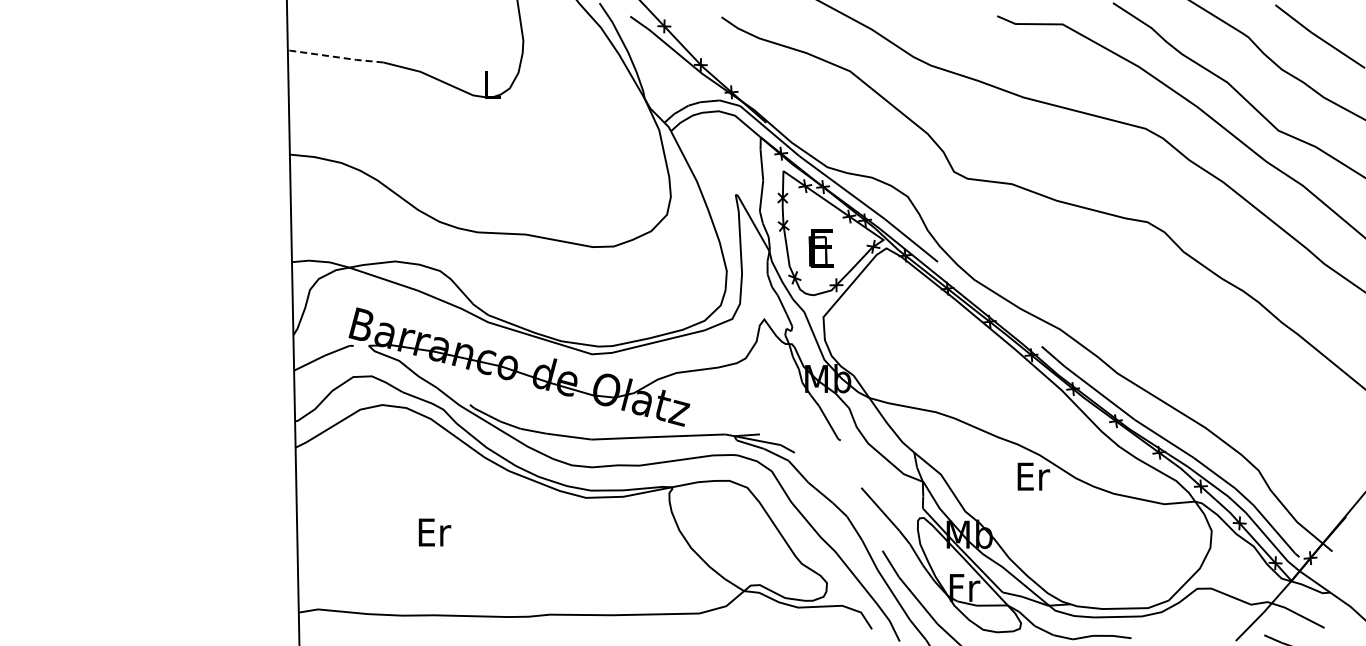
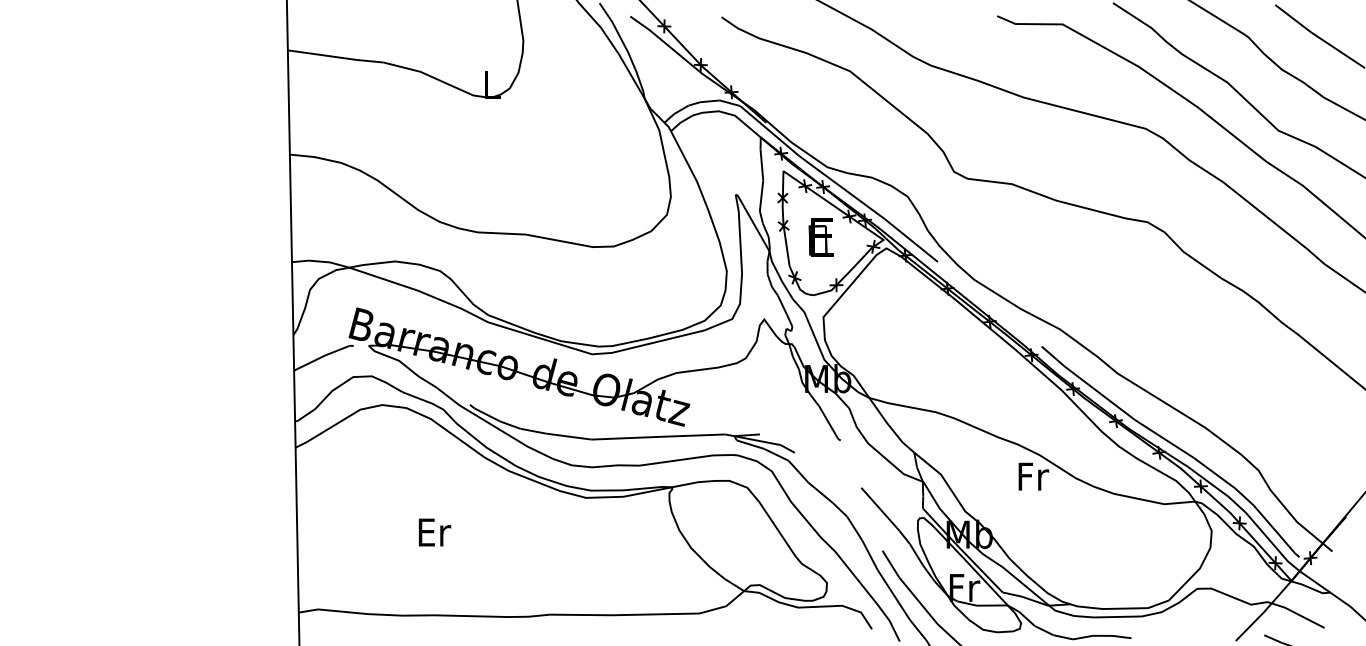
line at (335, 57): dashed -> solid
part at (820, 248) position: (820, 248) -> (820, 237)
text at (1033, 476): Er -> Fr
